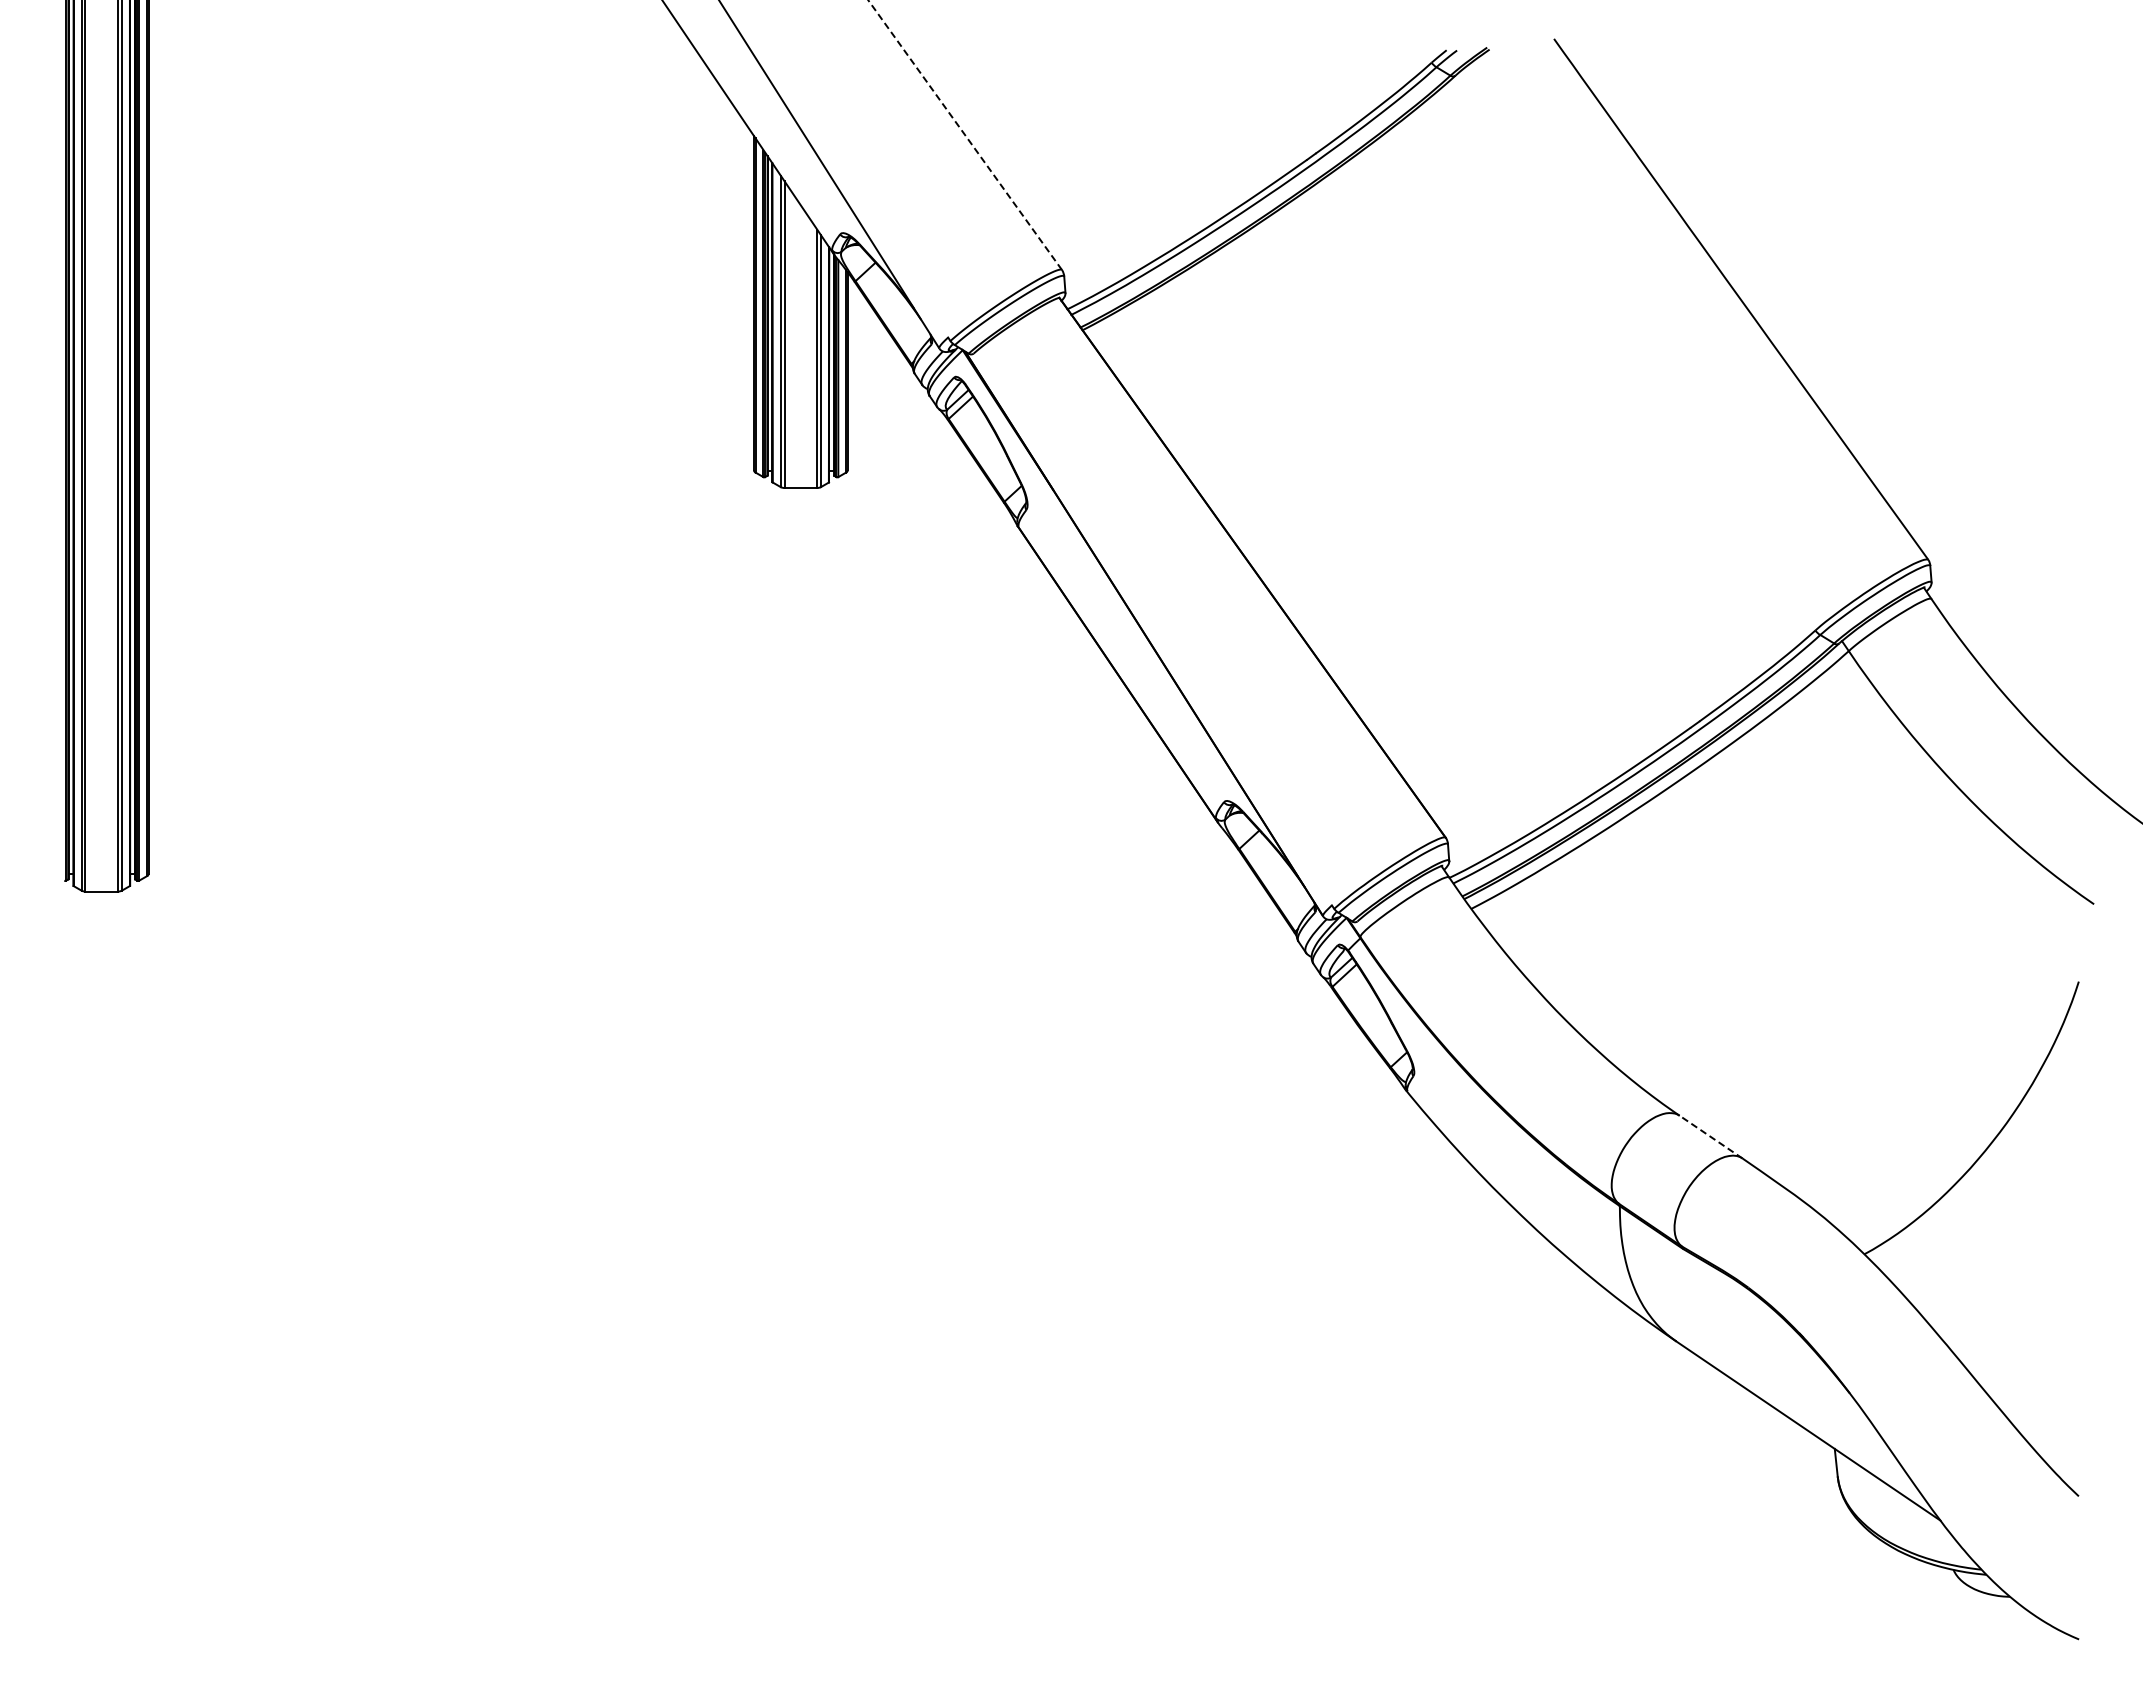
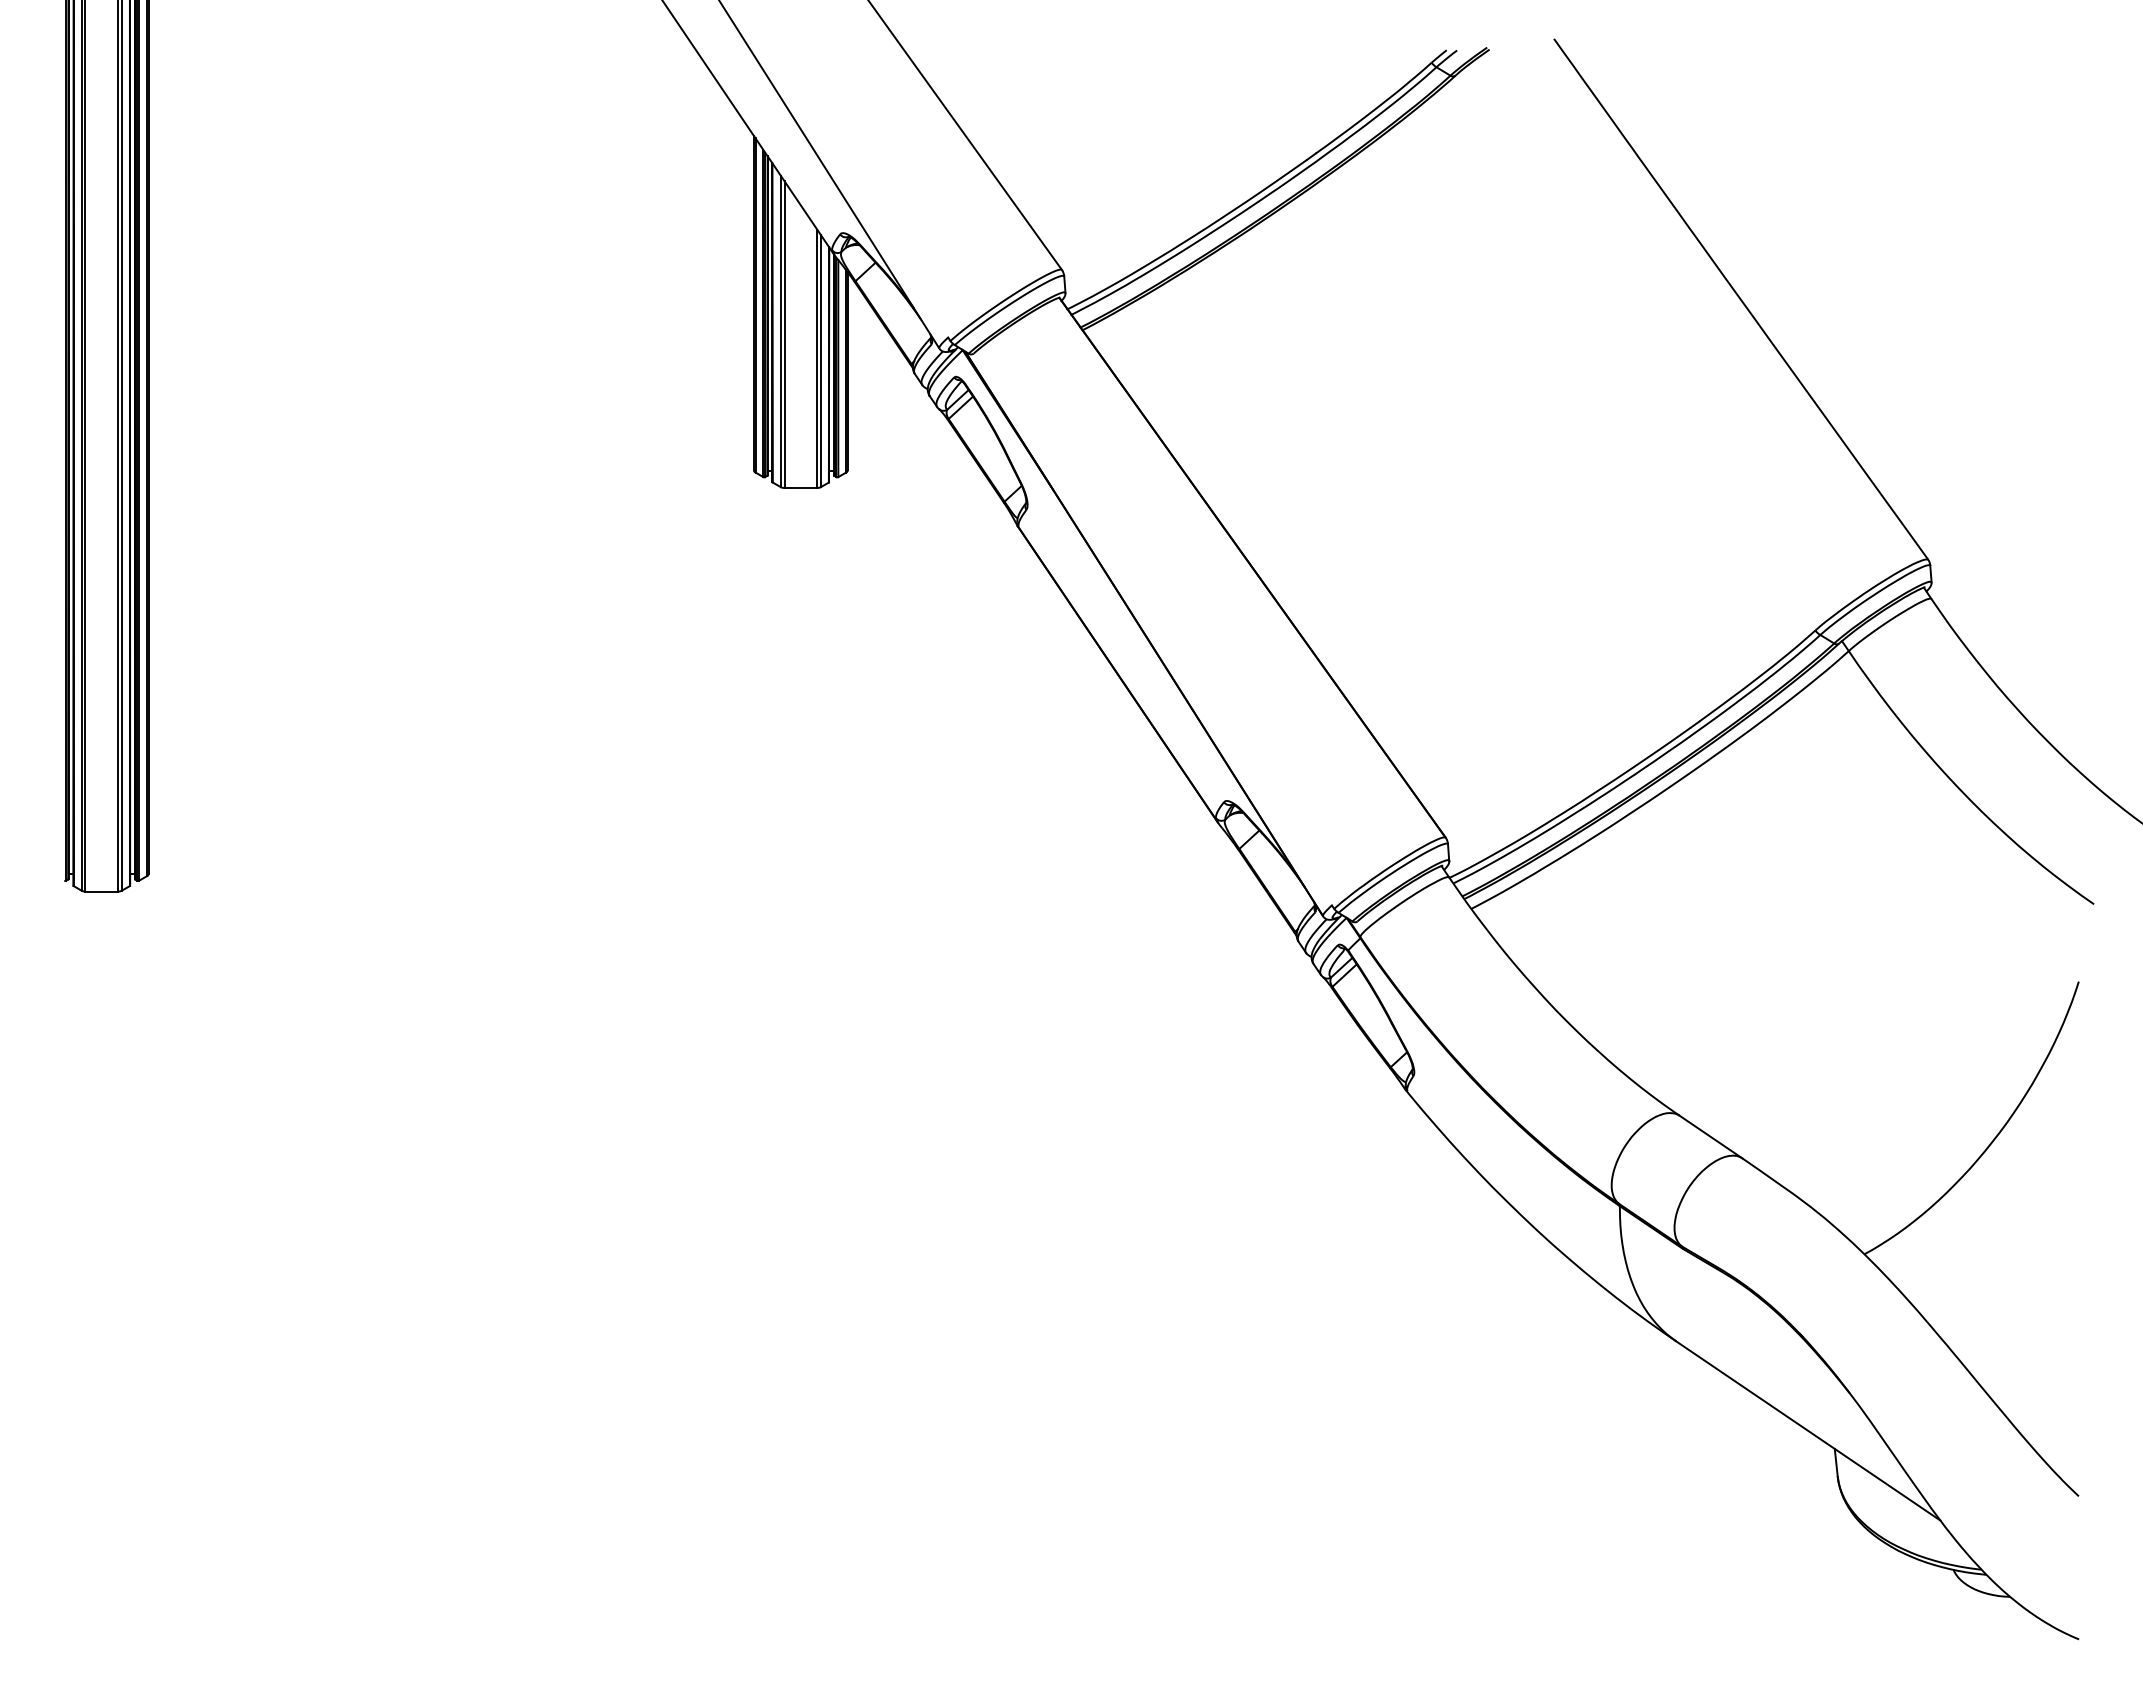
line at (965, 135): dashed -> solid
line at (1710, 1136): dashed -> solid
